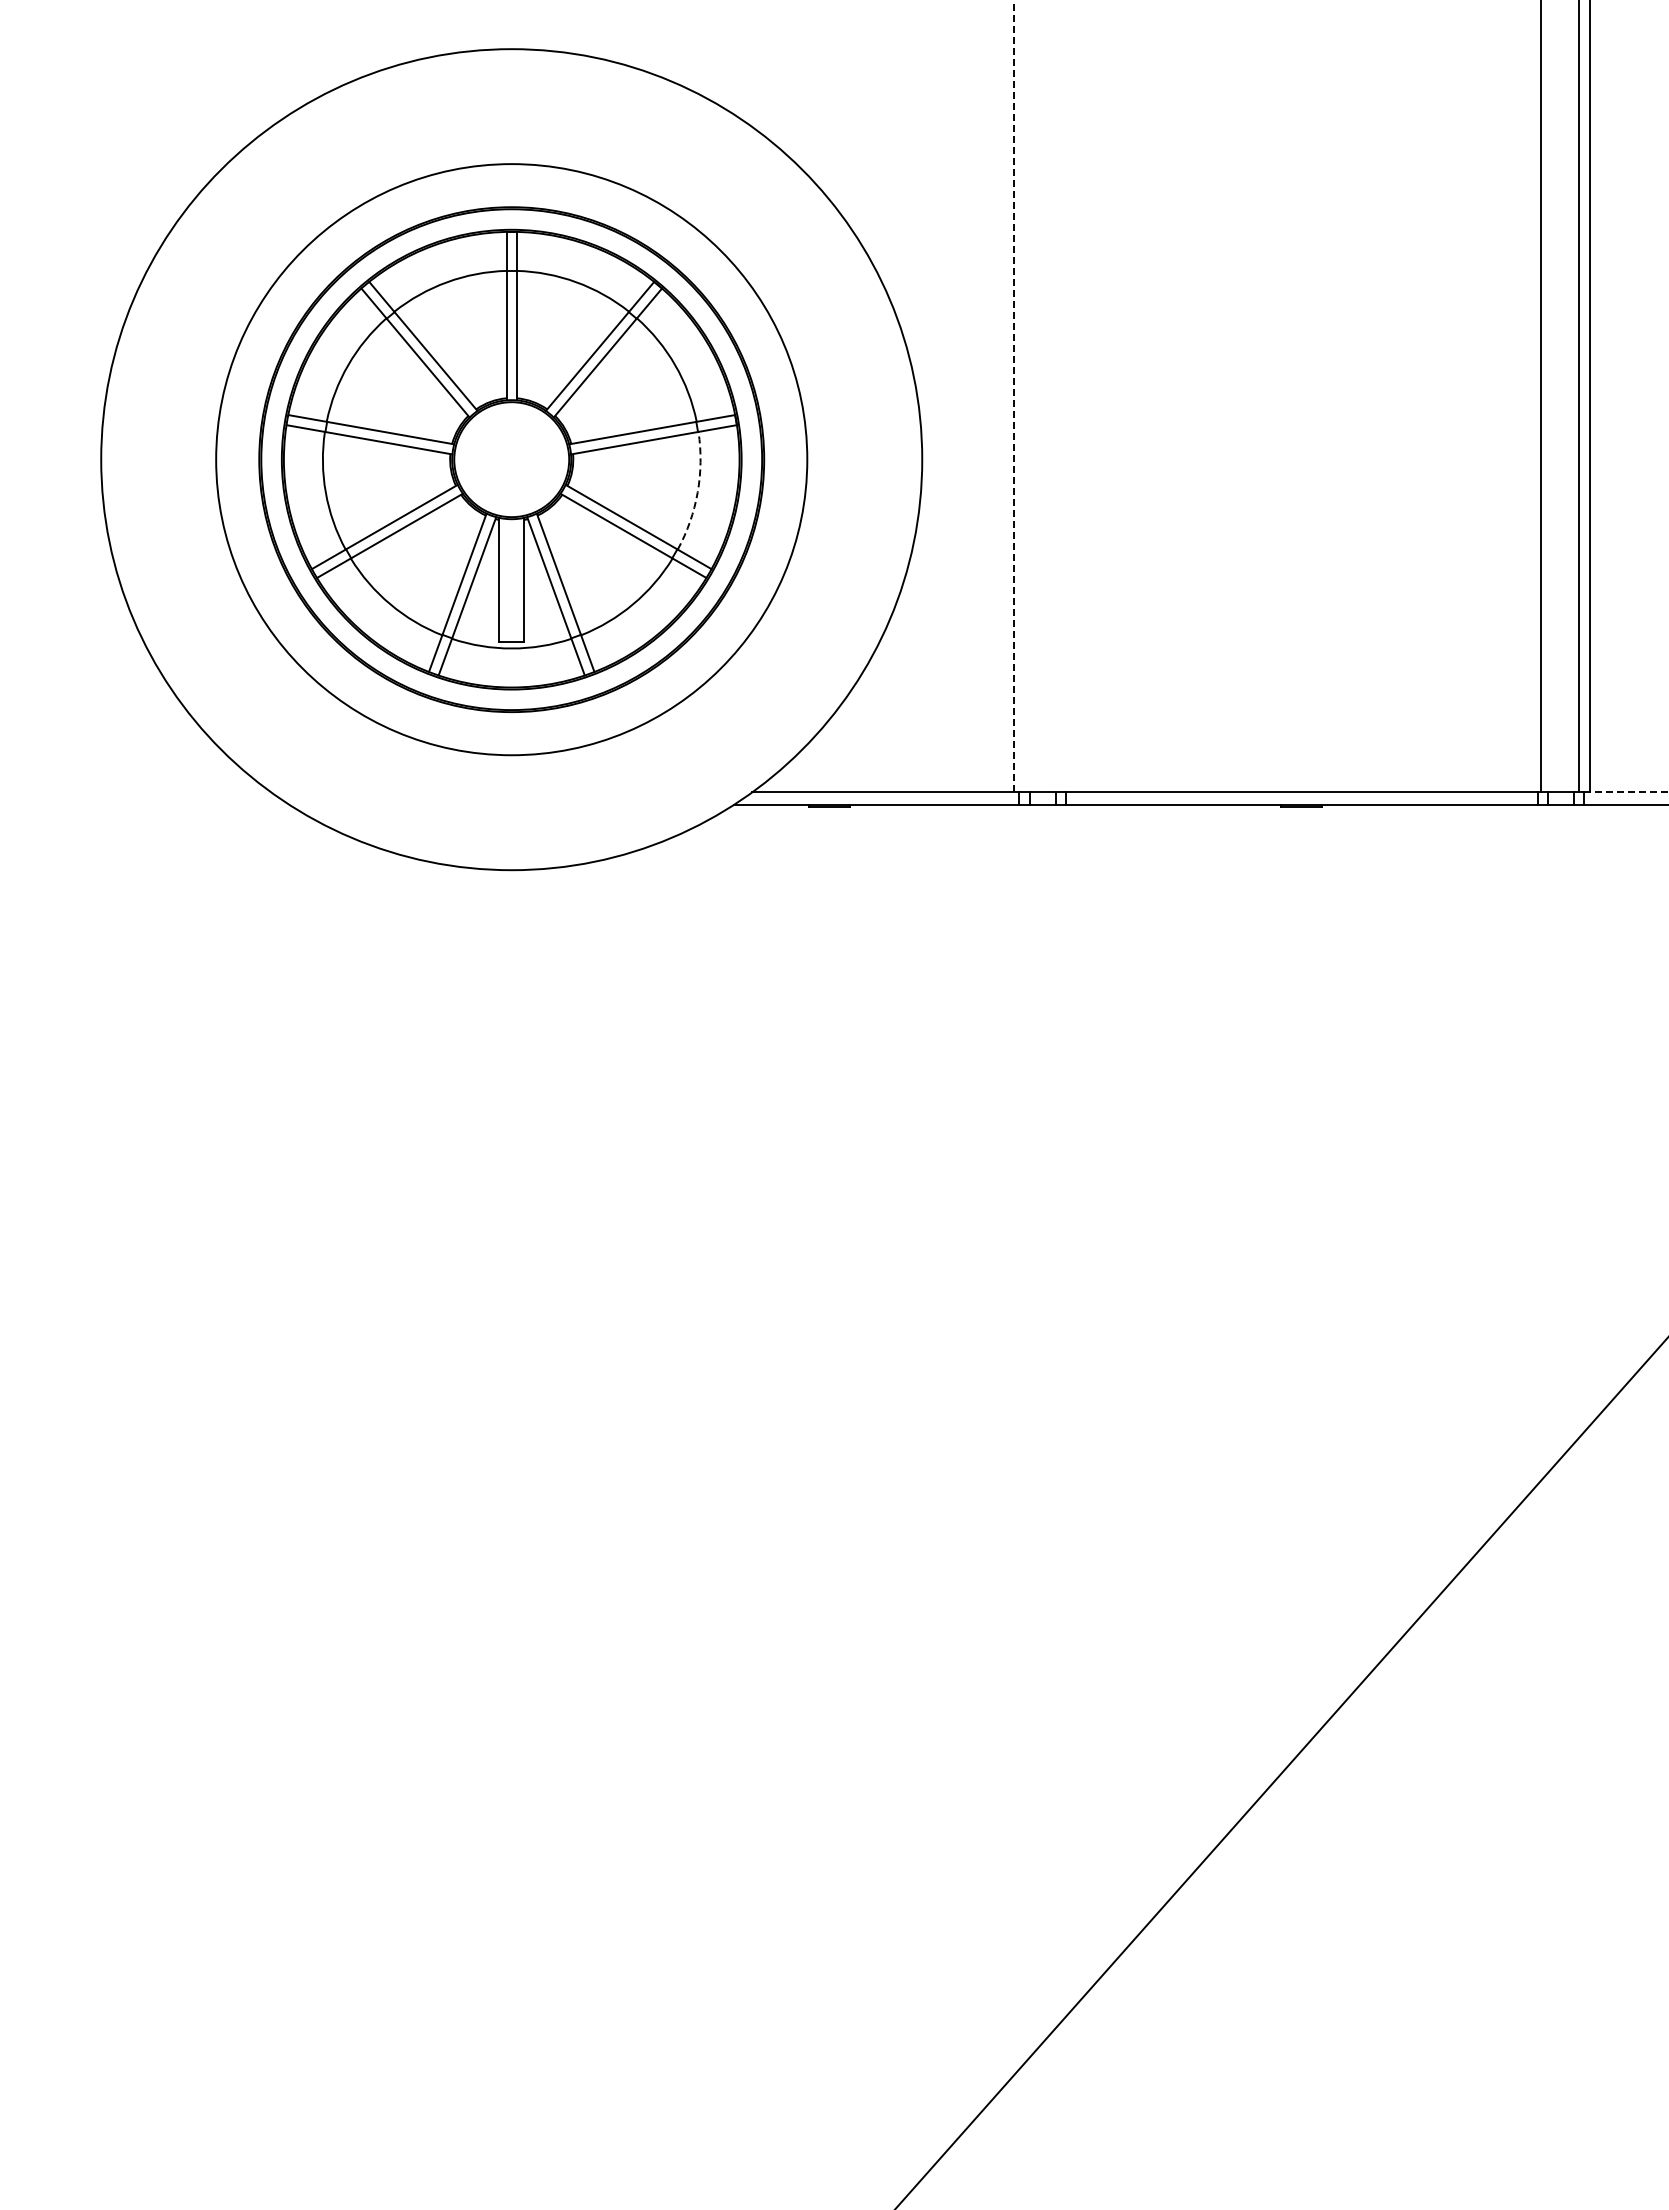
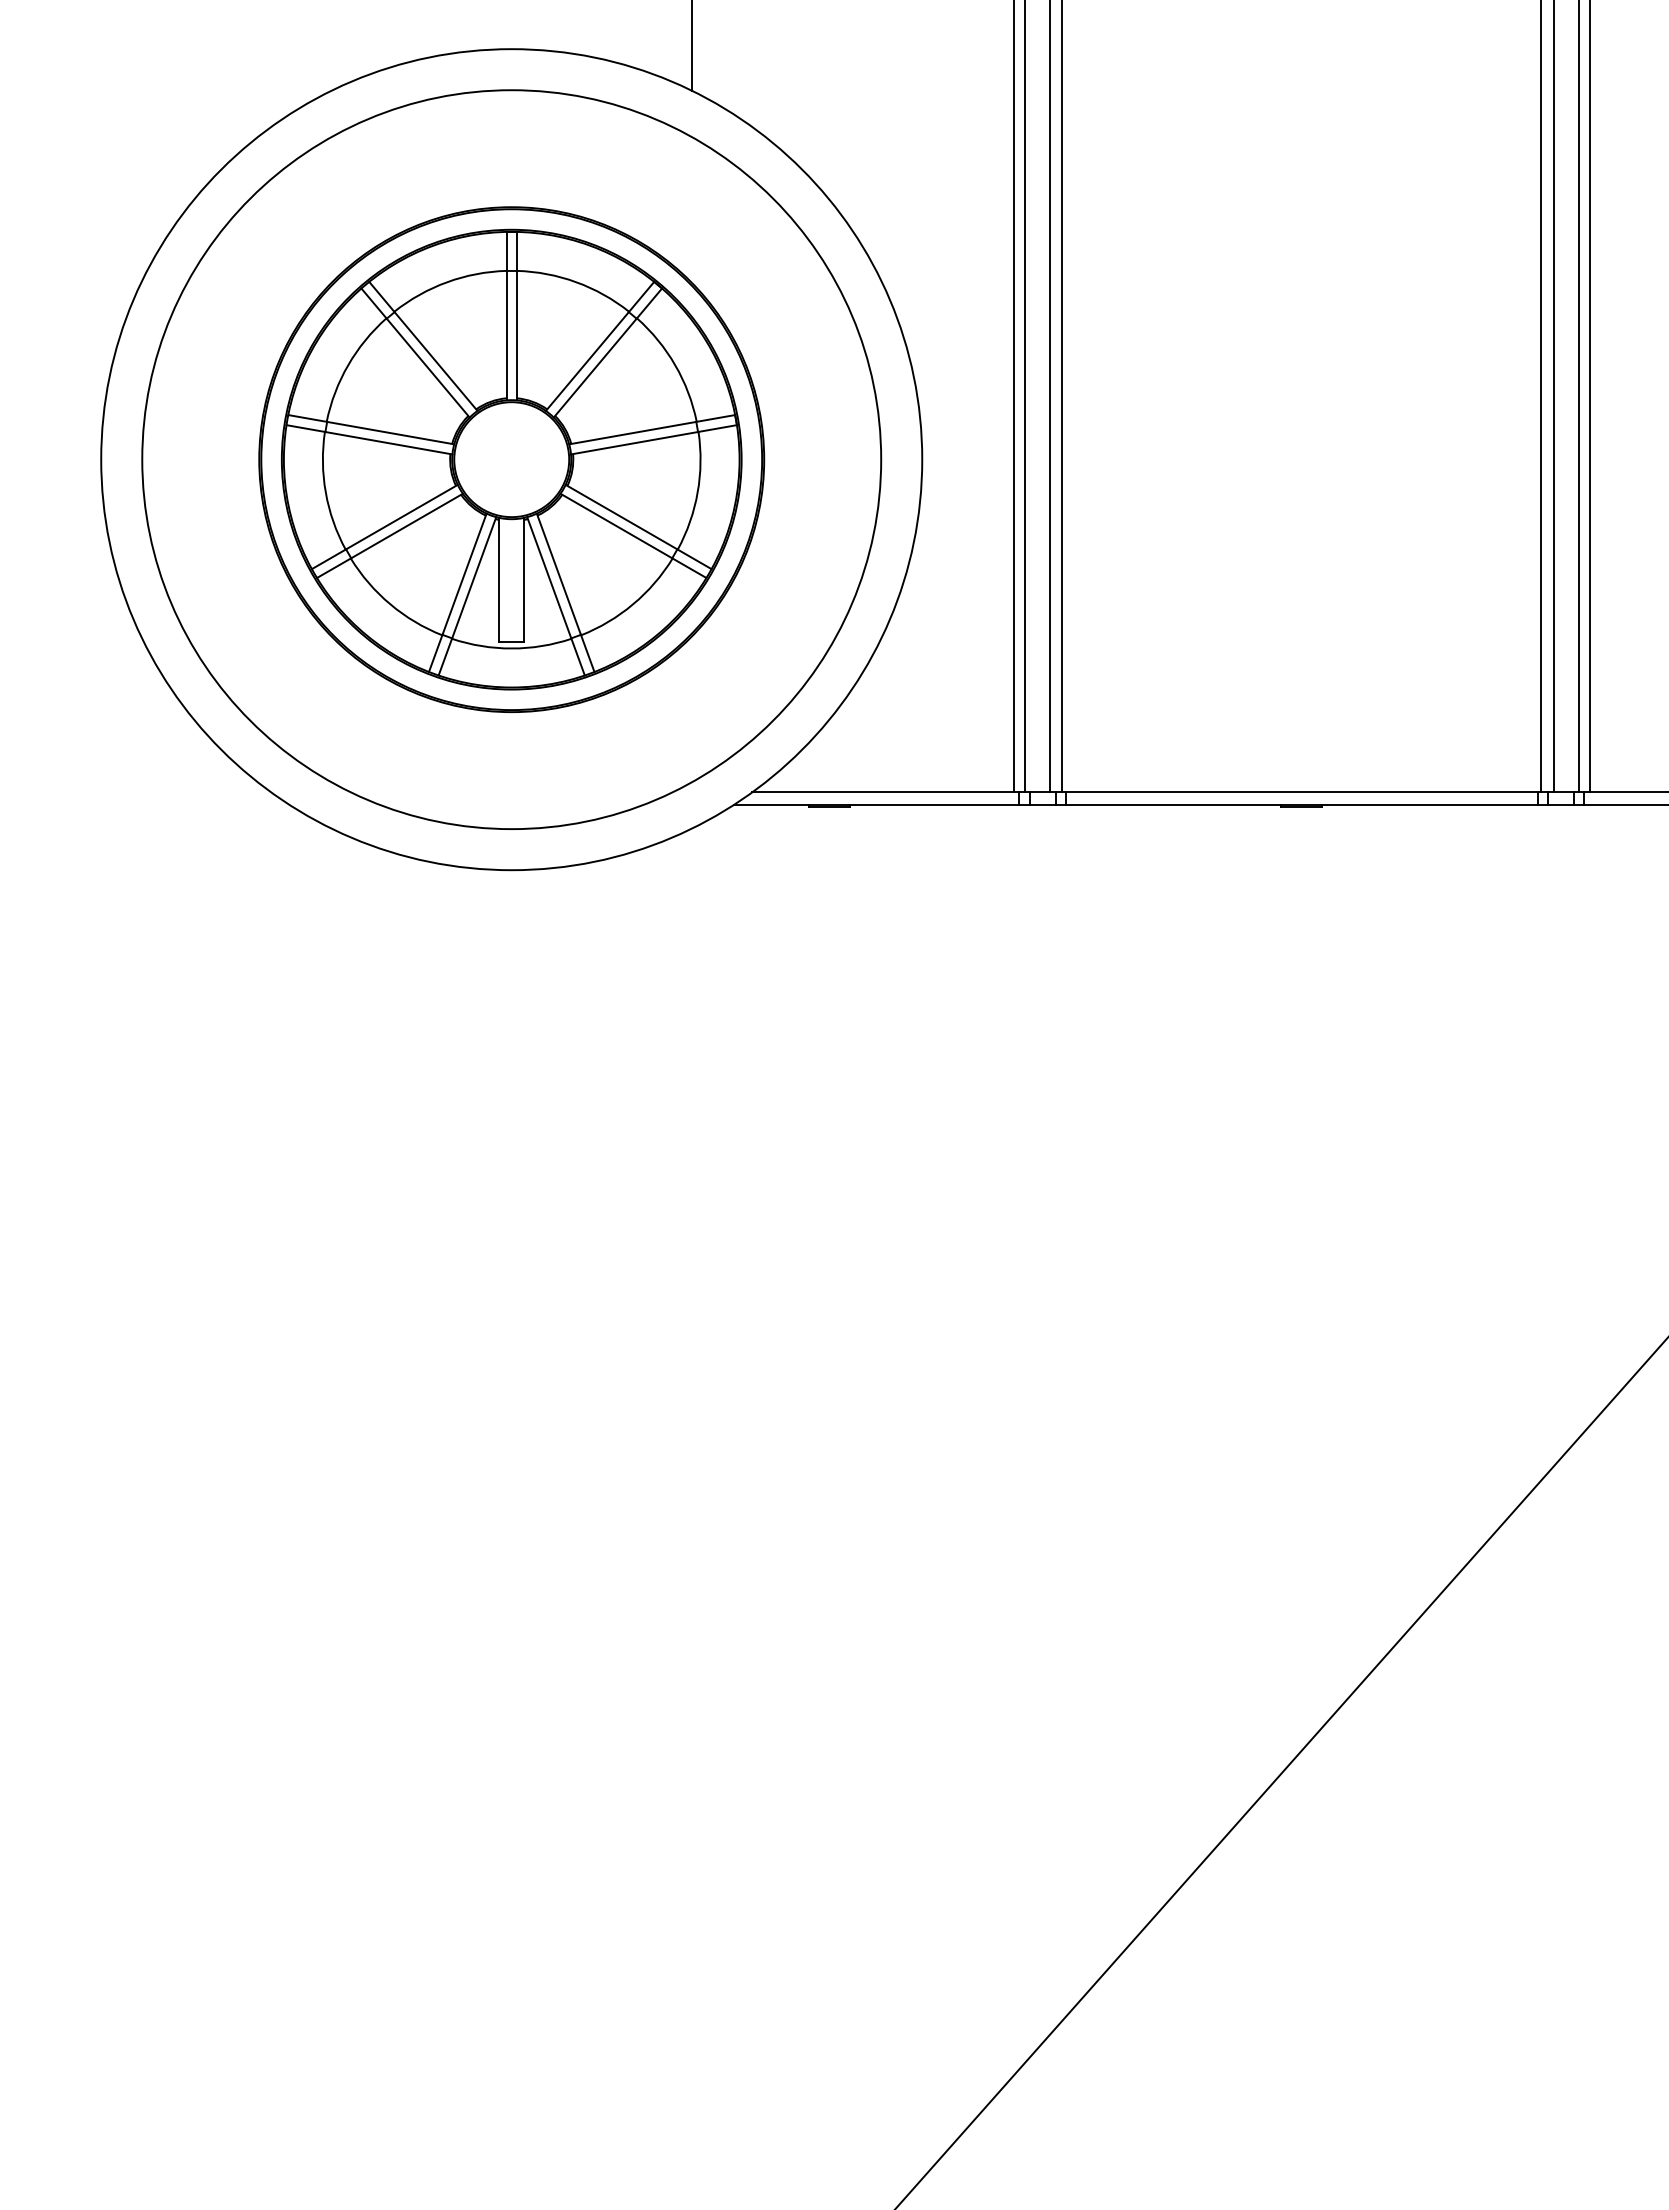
line at (692, 46): none -> present
line at (1014, 396): dashed -> solid
line at (1025, 397): none -> present
line at (1049, 397): none -> present
line at (1062, 397): none -> present
line at (1553, 397): none -> present
circle at (511, 459) diameter: 591 px -> 739 px
arc at (697, 492): dashed -> solid
line at (1626, 792): dashed -> solid
